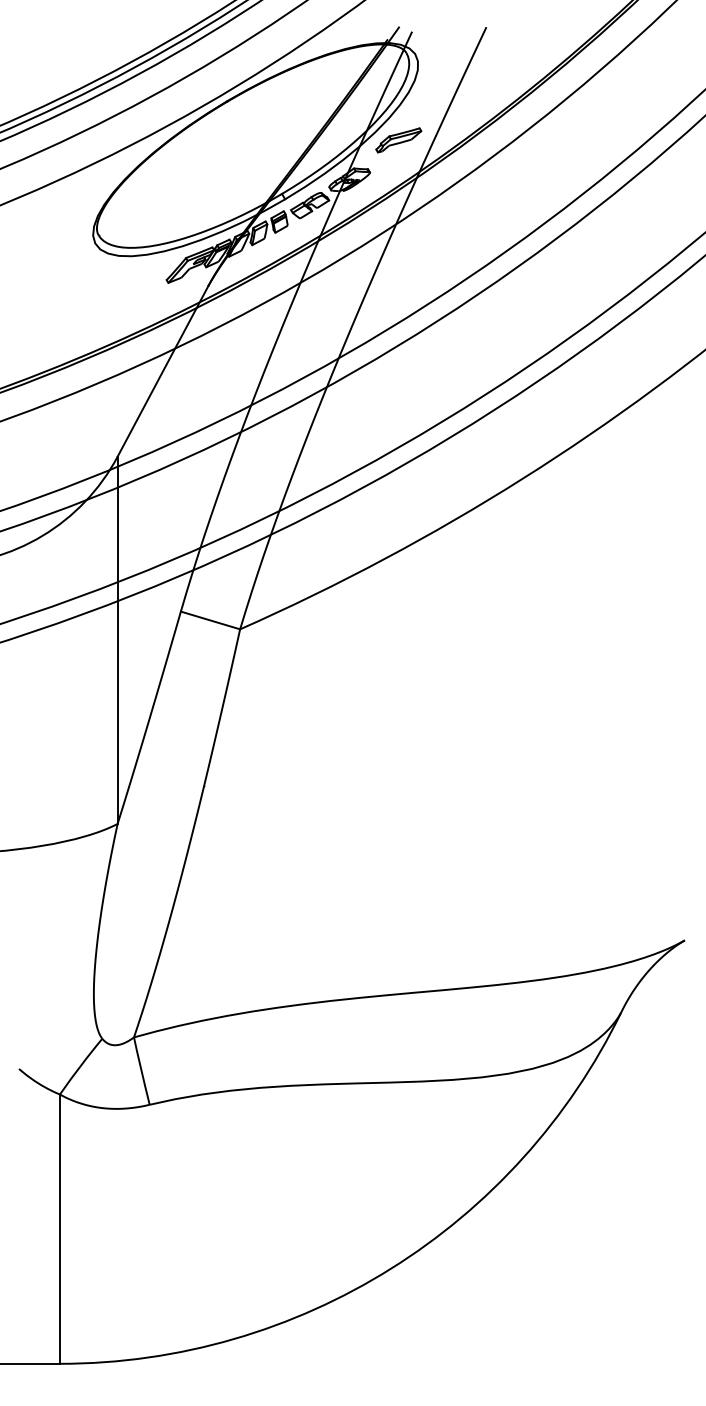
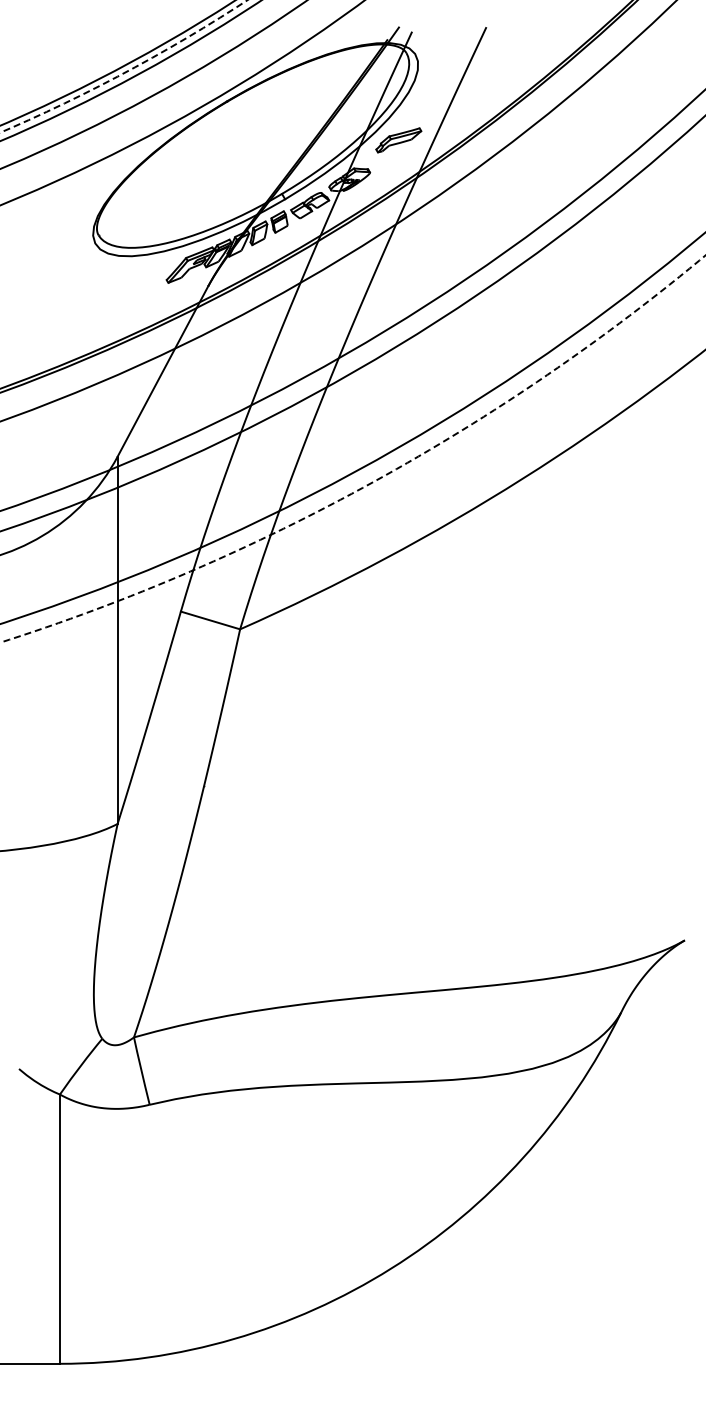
circle at (123, 66): solid -> dashed
circle at (352, 448): solid -> dashed
